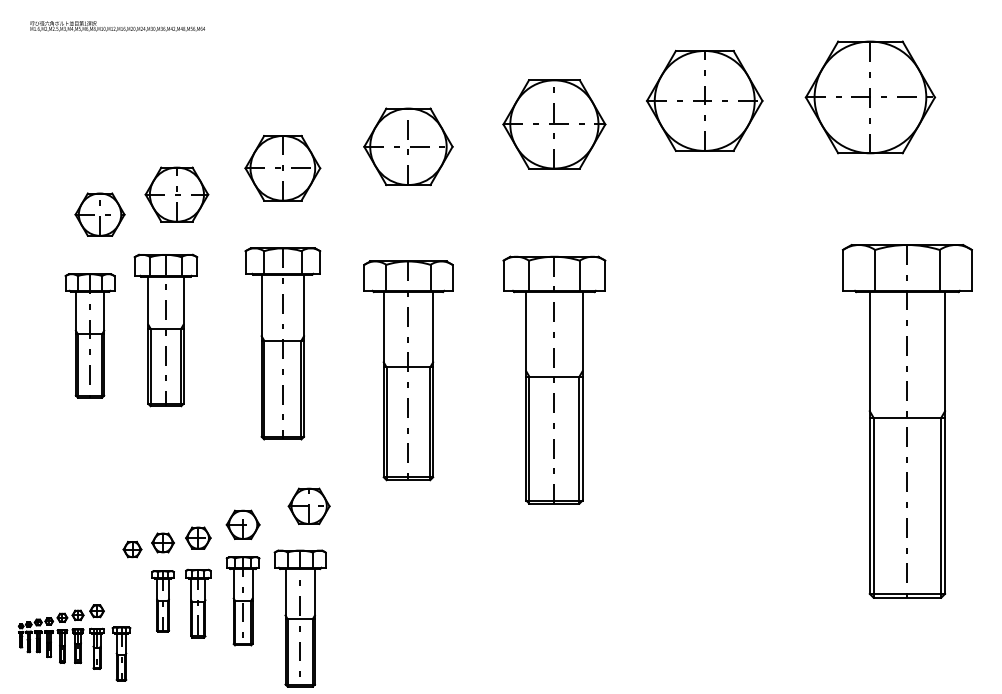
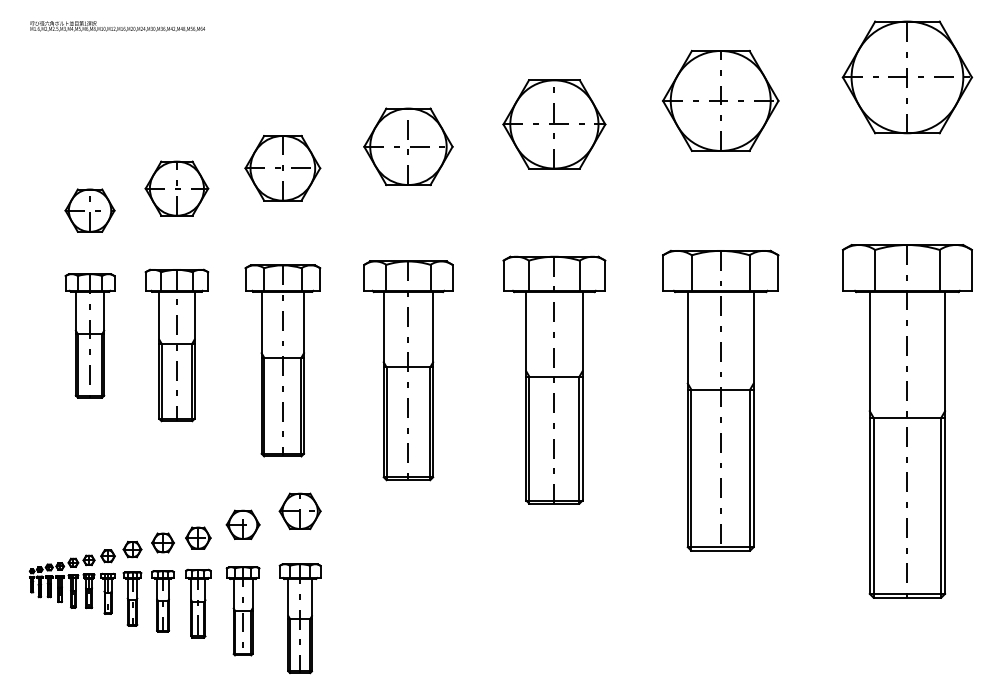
part at (870, 97) position: (870, 97) -> (907, 77)
part at (704, 100) position: (704, 100) -> (720, 100)
part at (176, 194) position: (176, 194) -> (176, 188)
part at (99, 214) position: (99, 214) -> (89, 210)
part at (165, 330) position: (165, 330) -> (176, 345)
part at (282, 343) position: (282, 343) -> (282, 360)
part at (720, 400): none -> present
part at (308, 505) position: (308, 505) -> (299, 510)
part at (242, 601) position: (242, 601) -> (242, 611)
part at (299, 618) size: 54x139 px -> 44x112 px
part at (74, 642) position: (74, 642) -> (85, 587)
